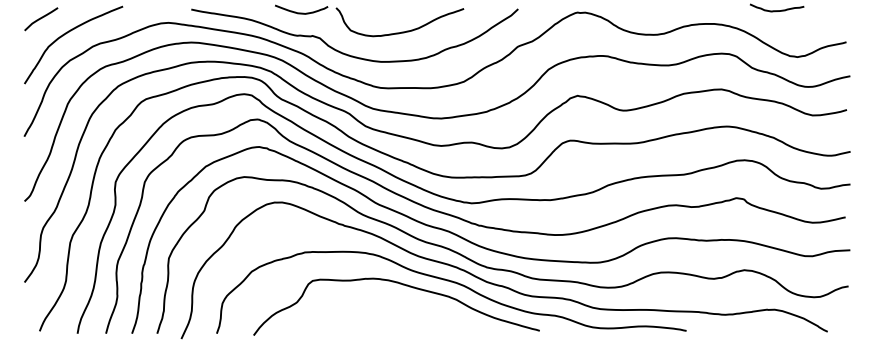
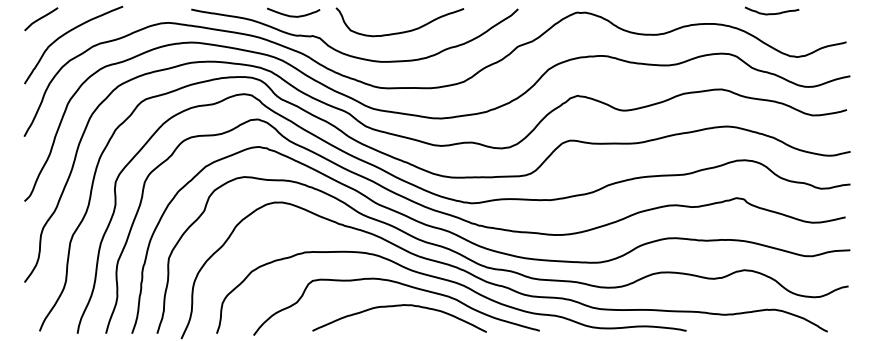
curve at (777, 10) position: (777, 10) -> (772, 13)
curve at (301, 12) position: (301, 12) -> (293, 15)
curve at (399, 306): none -> present
